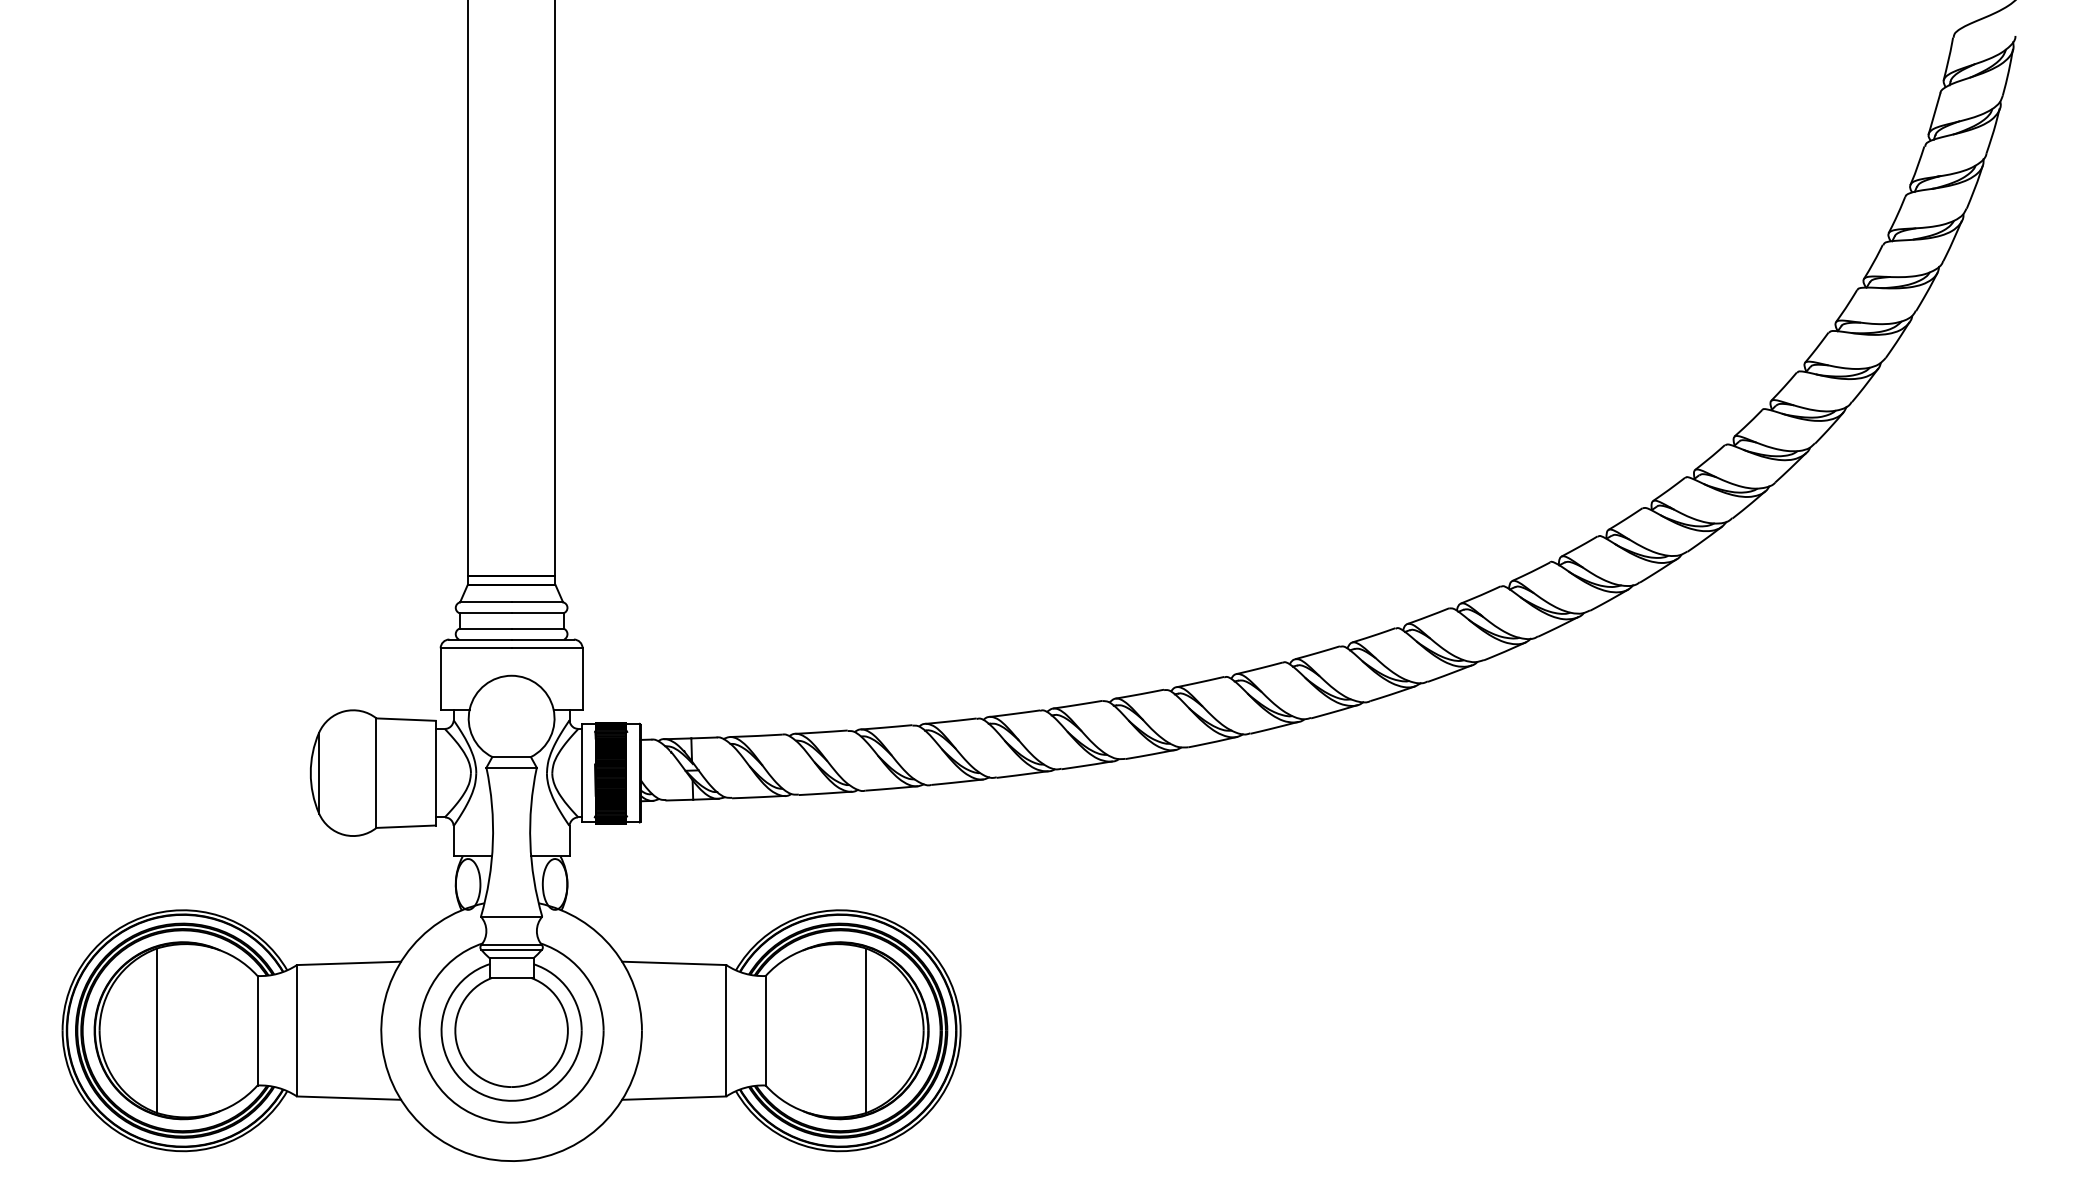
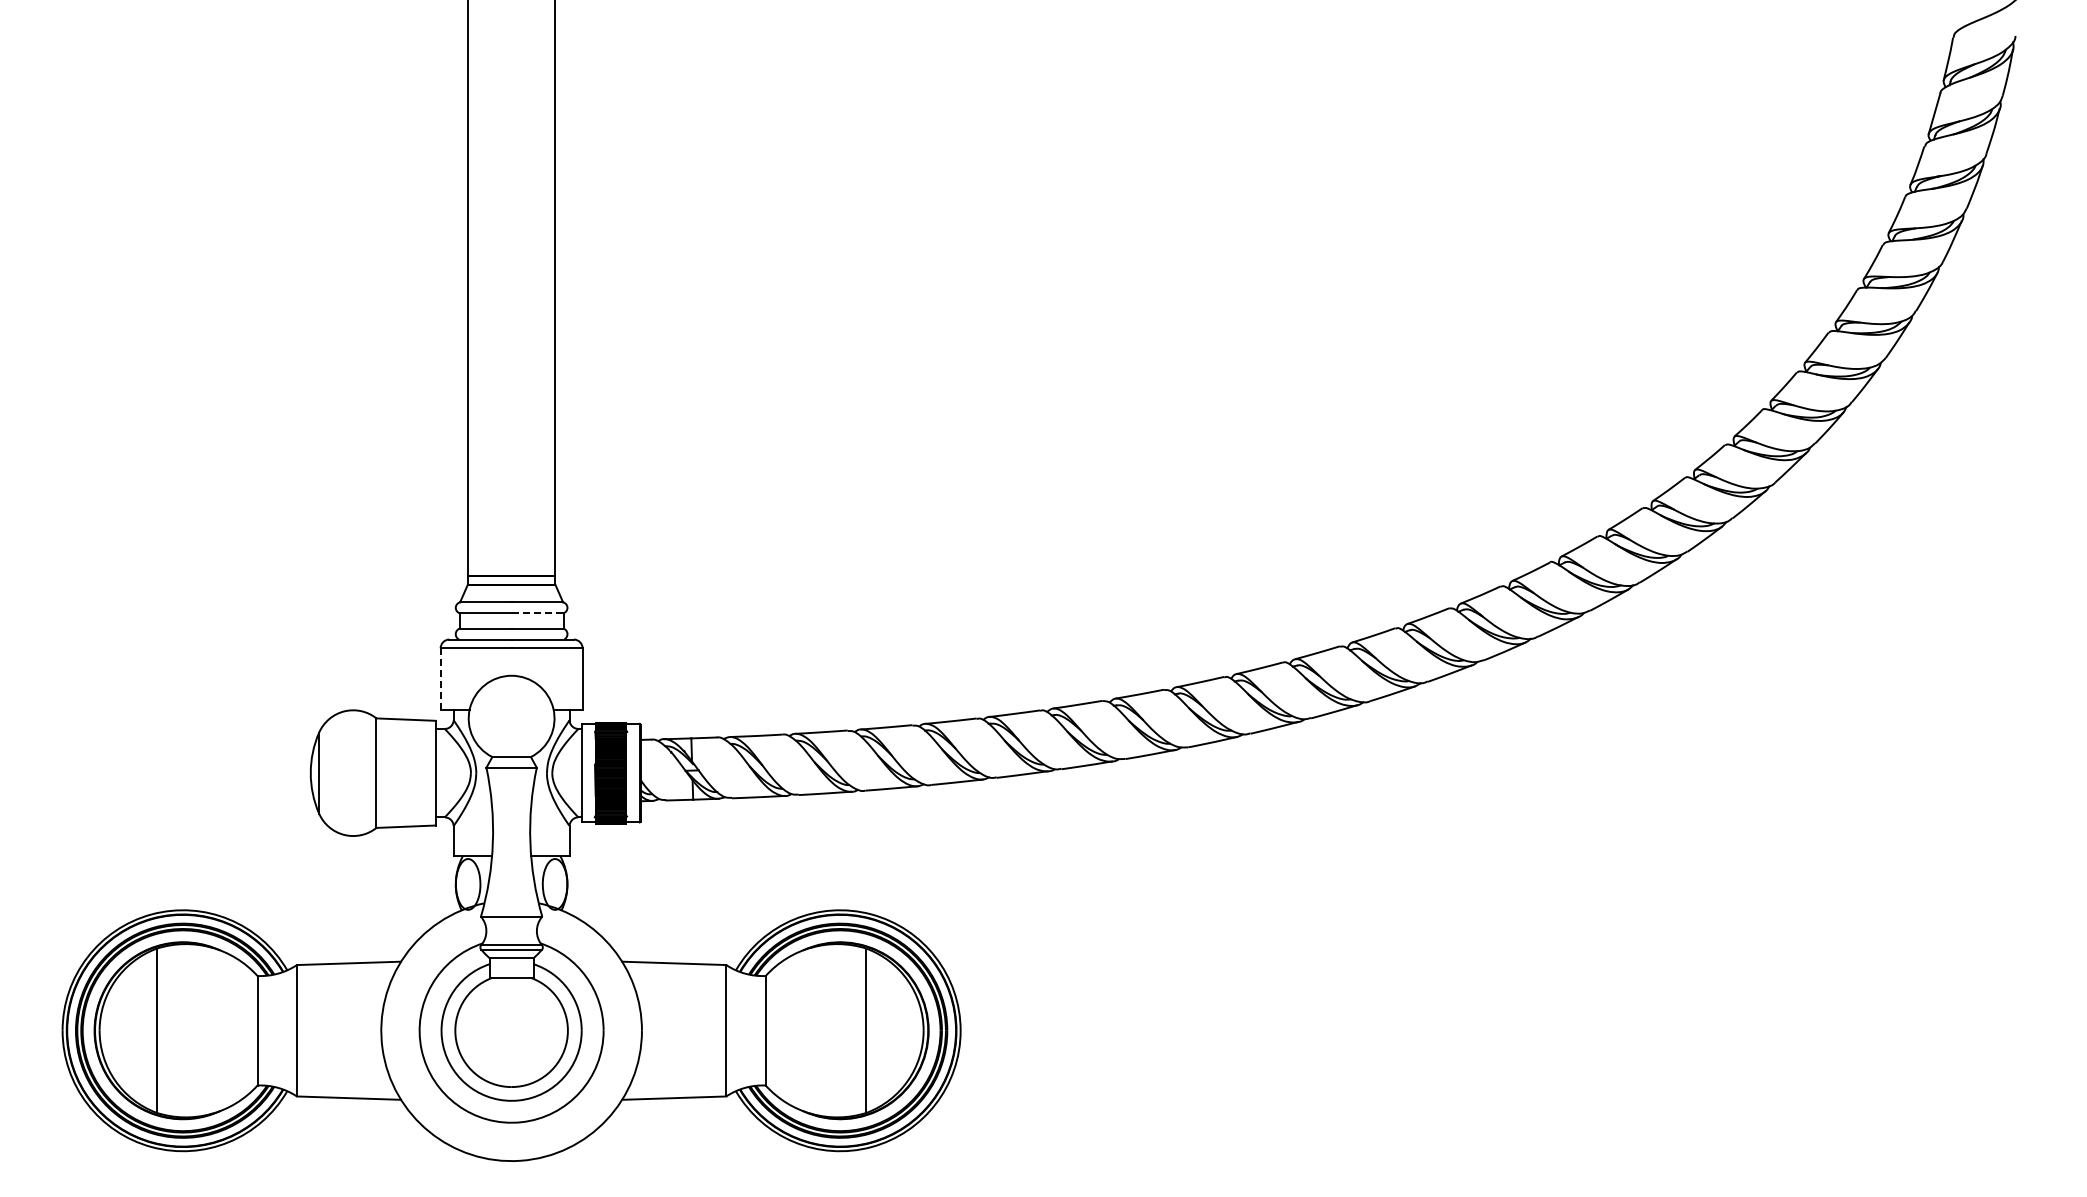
line at (537, 613): solid -> dashed
line at (440, 678): solid -> dashed
